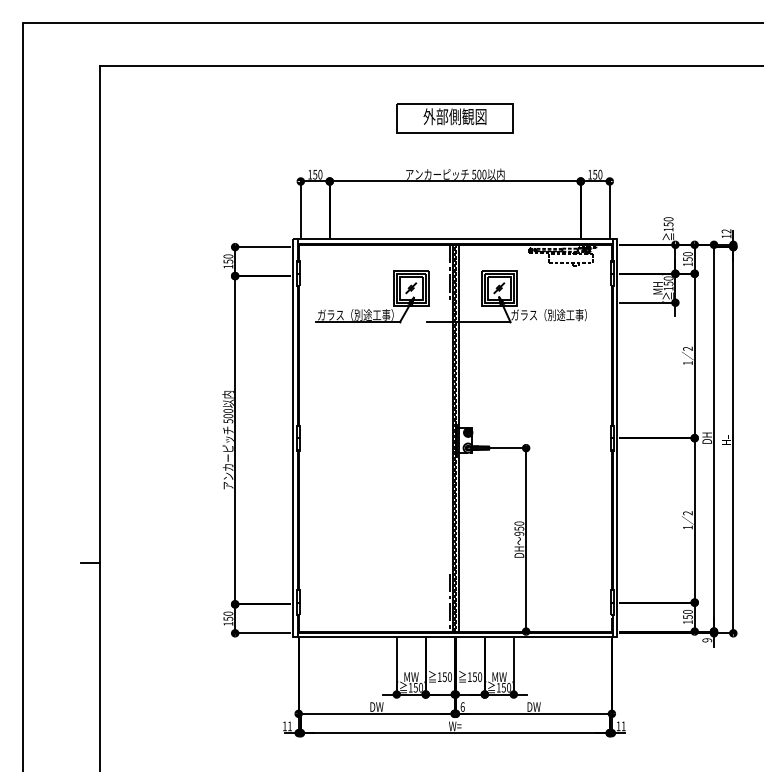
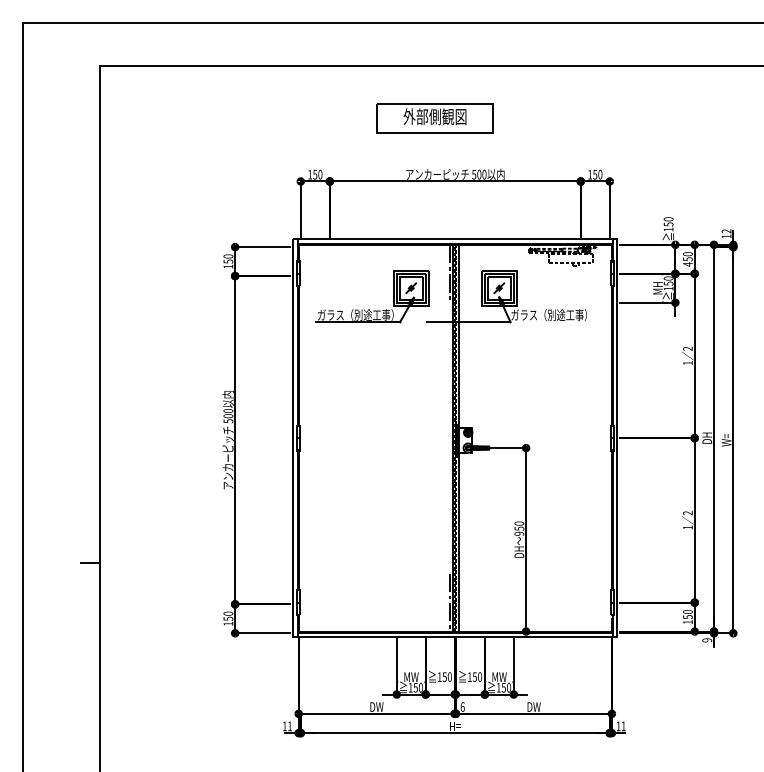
part at (454, 118) position: (454, 118) -> (434, 118)
text at (687, 264): 150 -> 450
text at (726, 440): H= -> W=
text at (455, 726): W= -> H=
